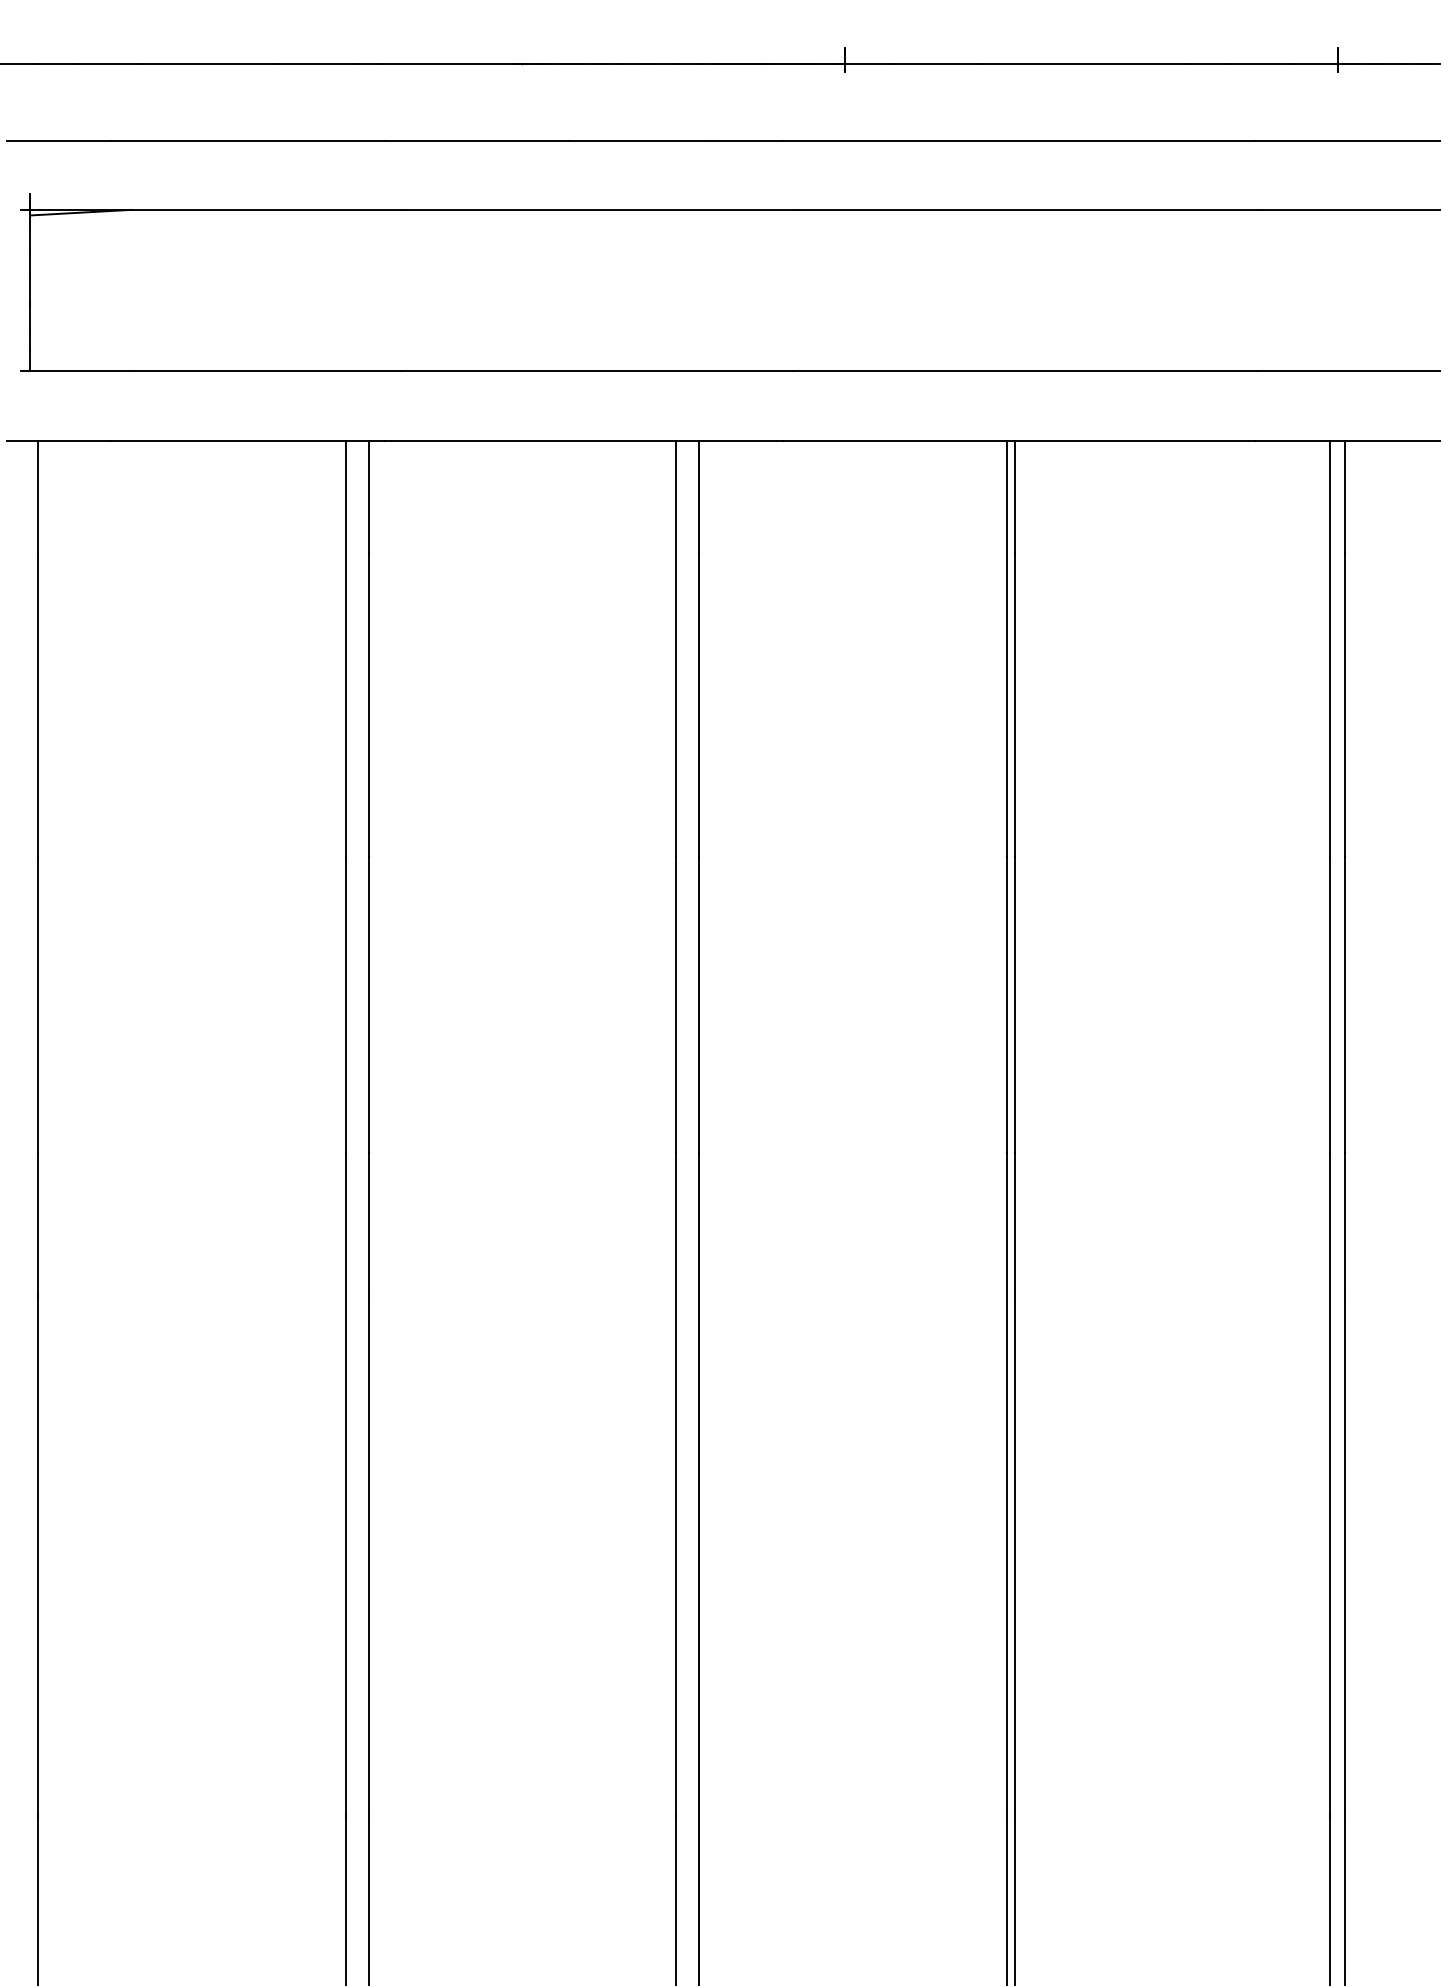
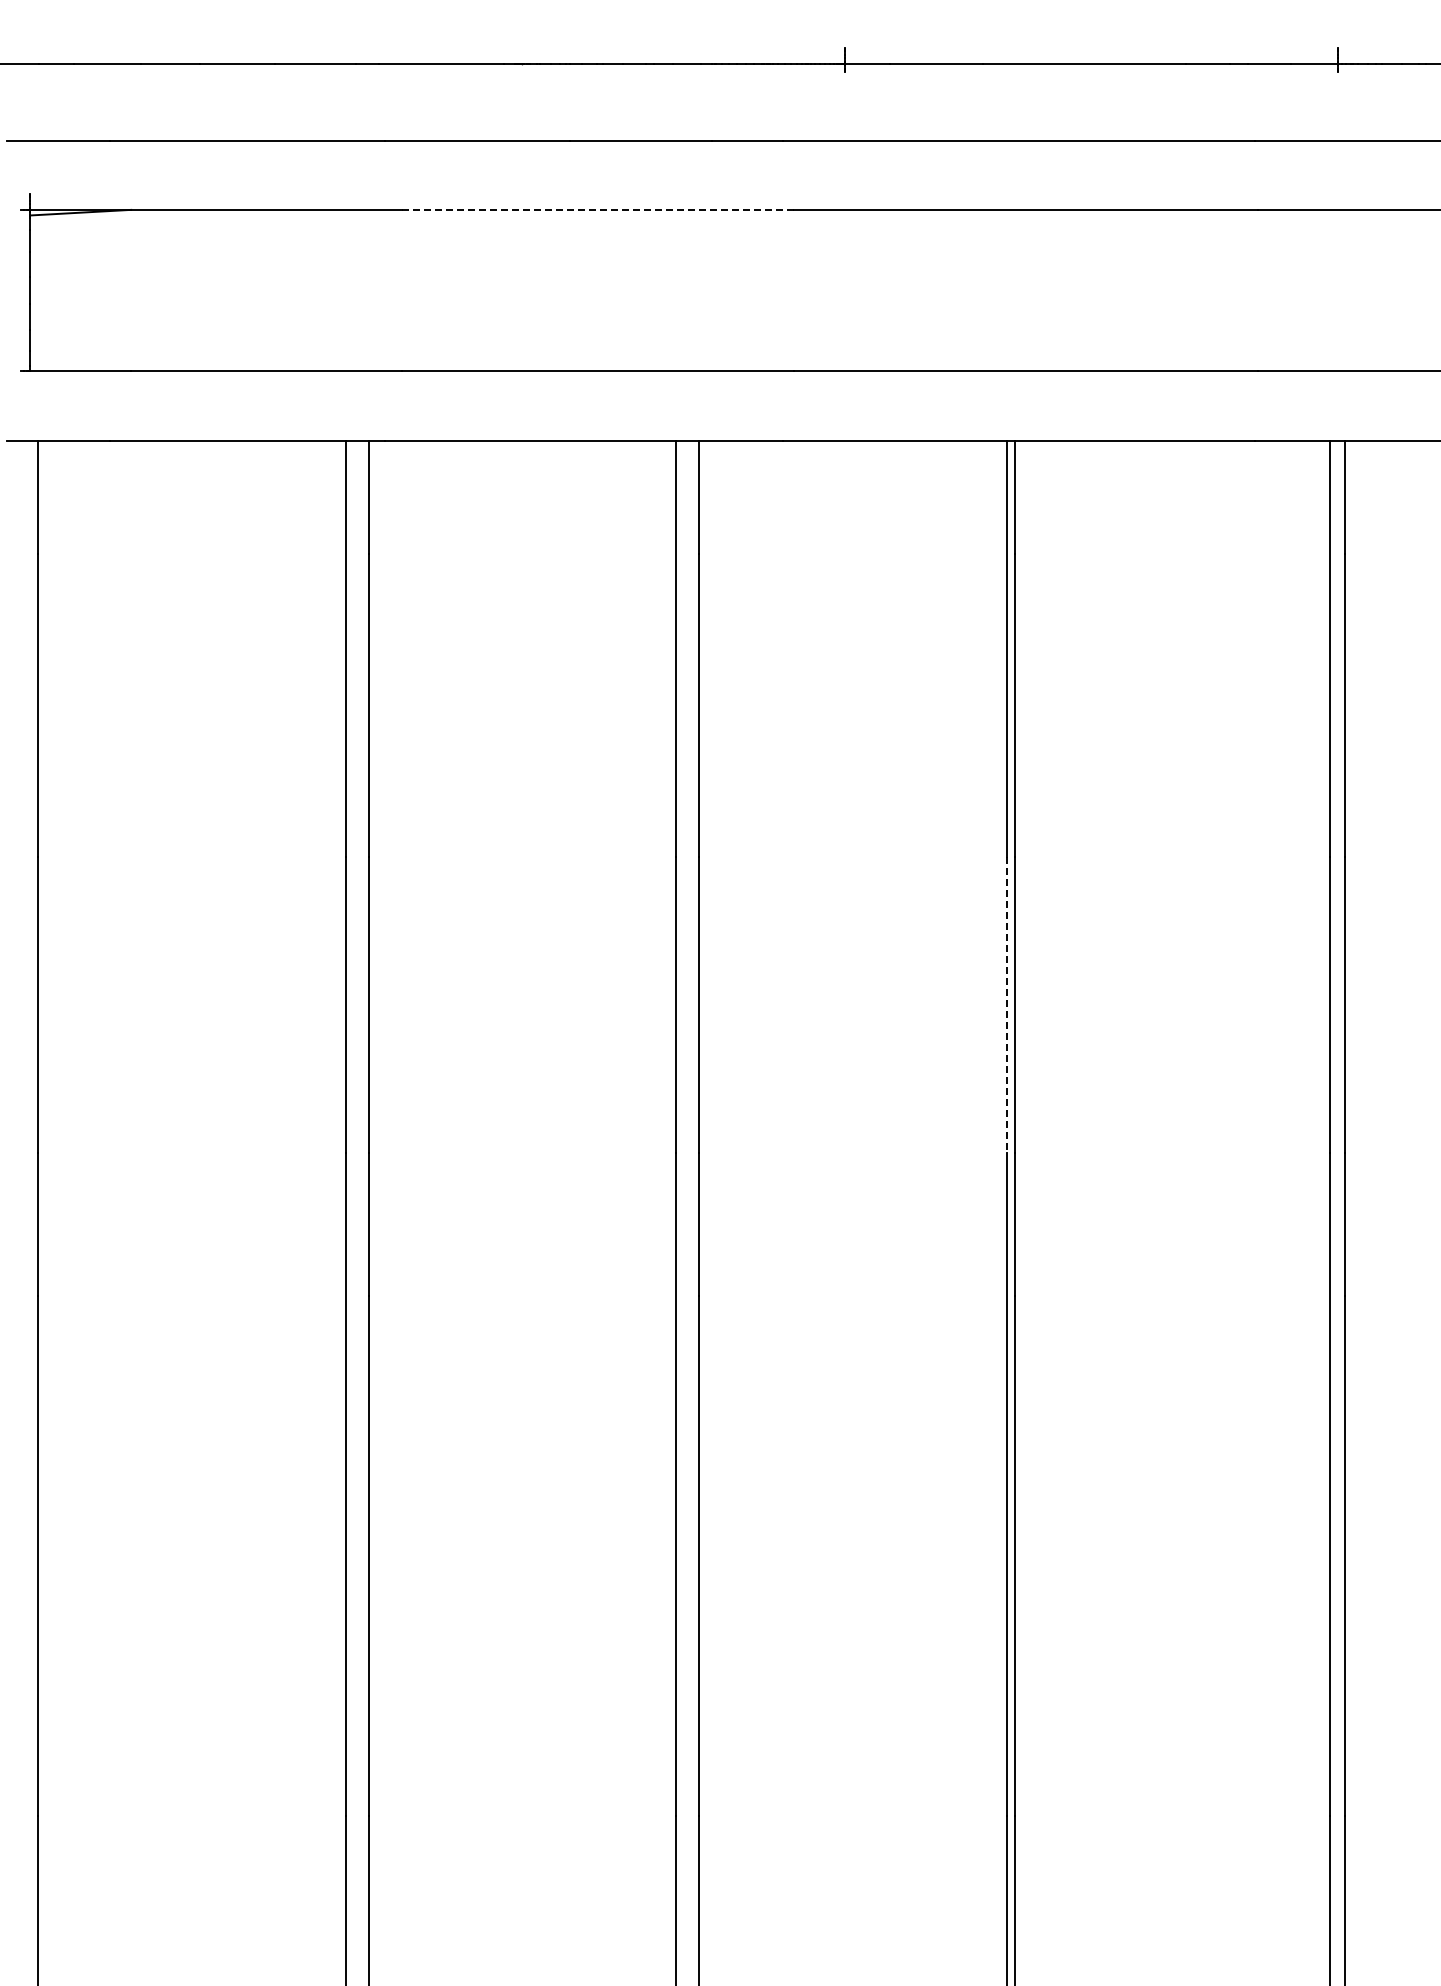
line at (598, 209): solid -> dashed
line at (1006, 1005): solid -> dashed
